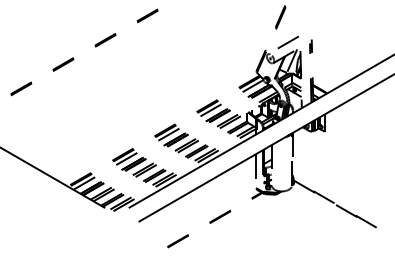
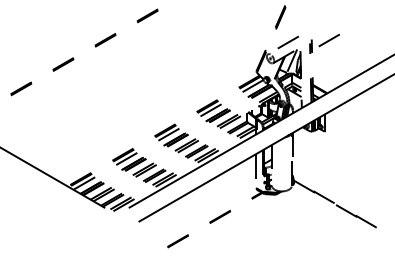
line at (328, 40): none -> present
